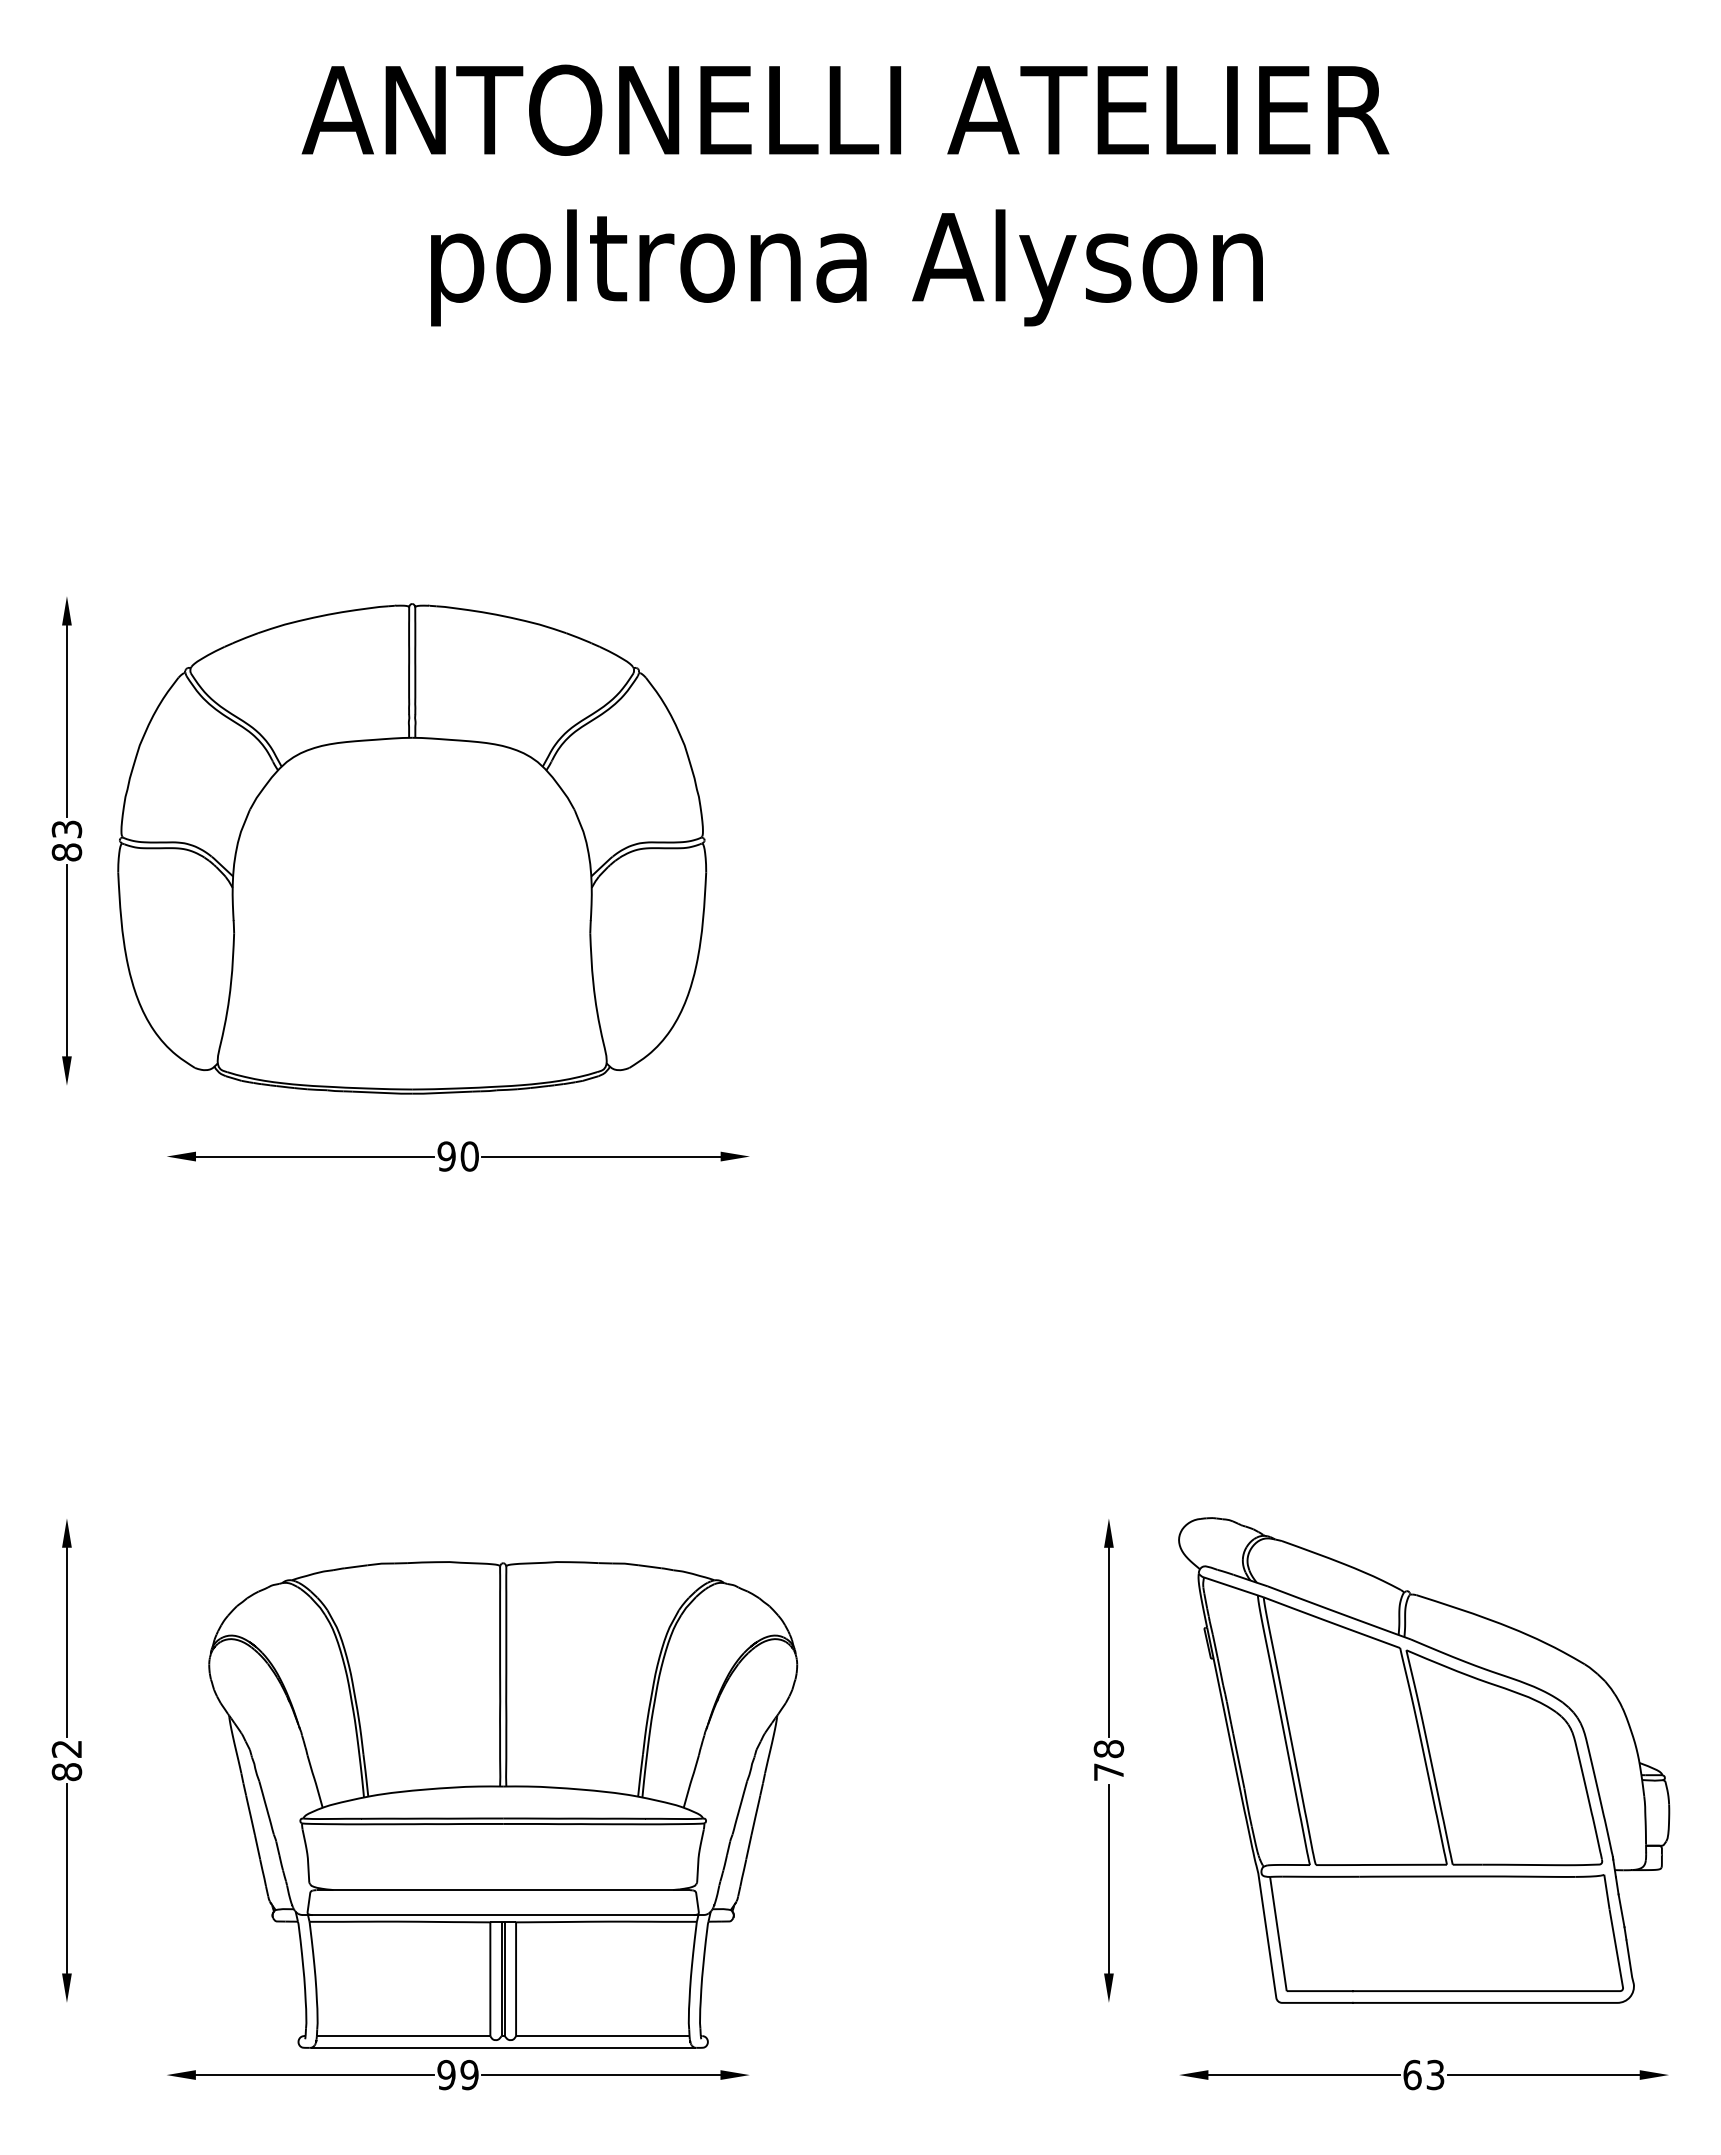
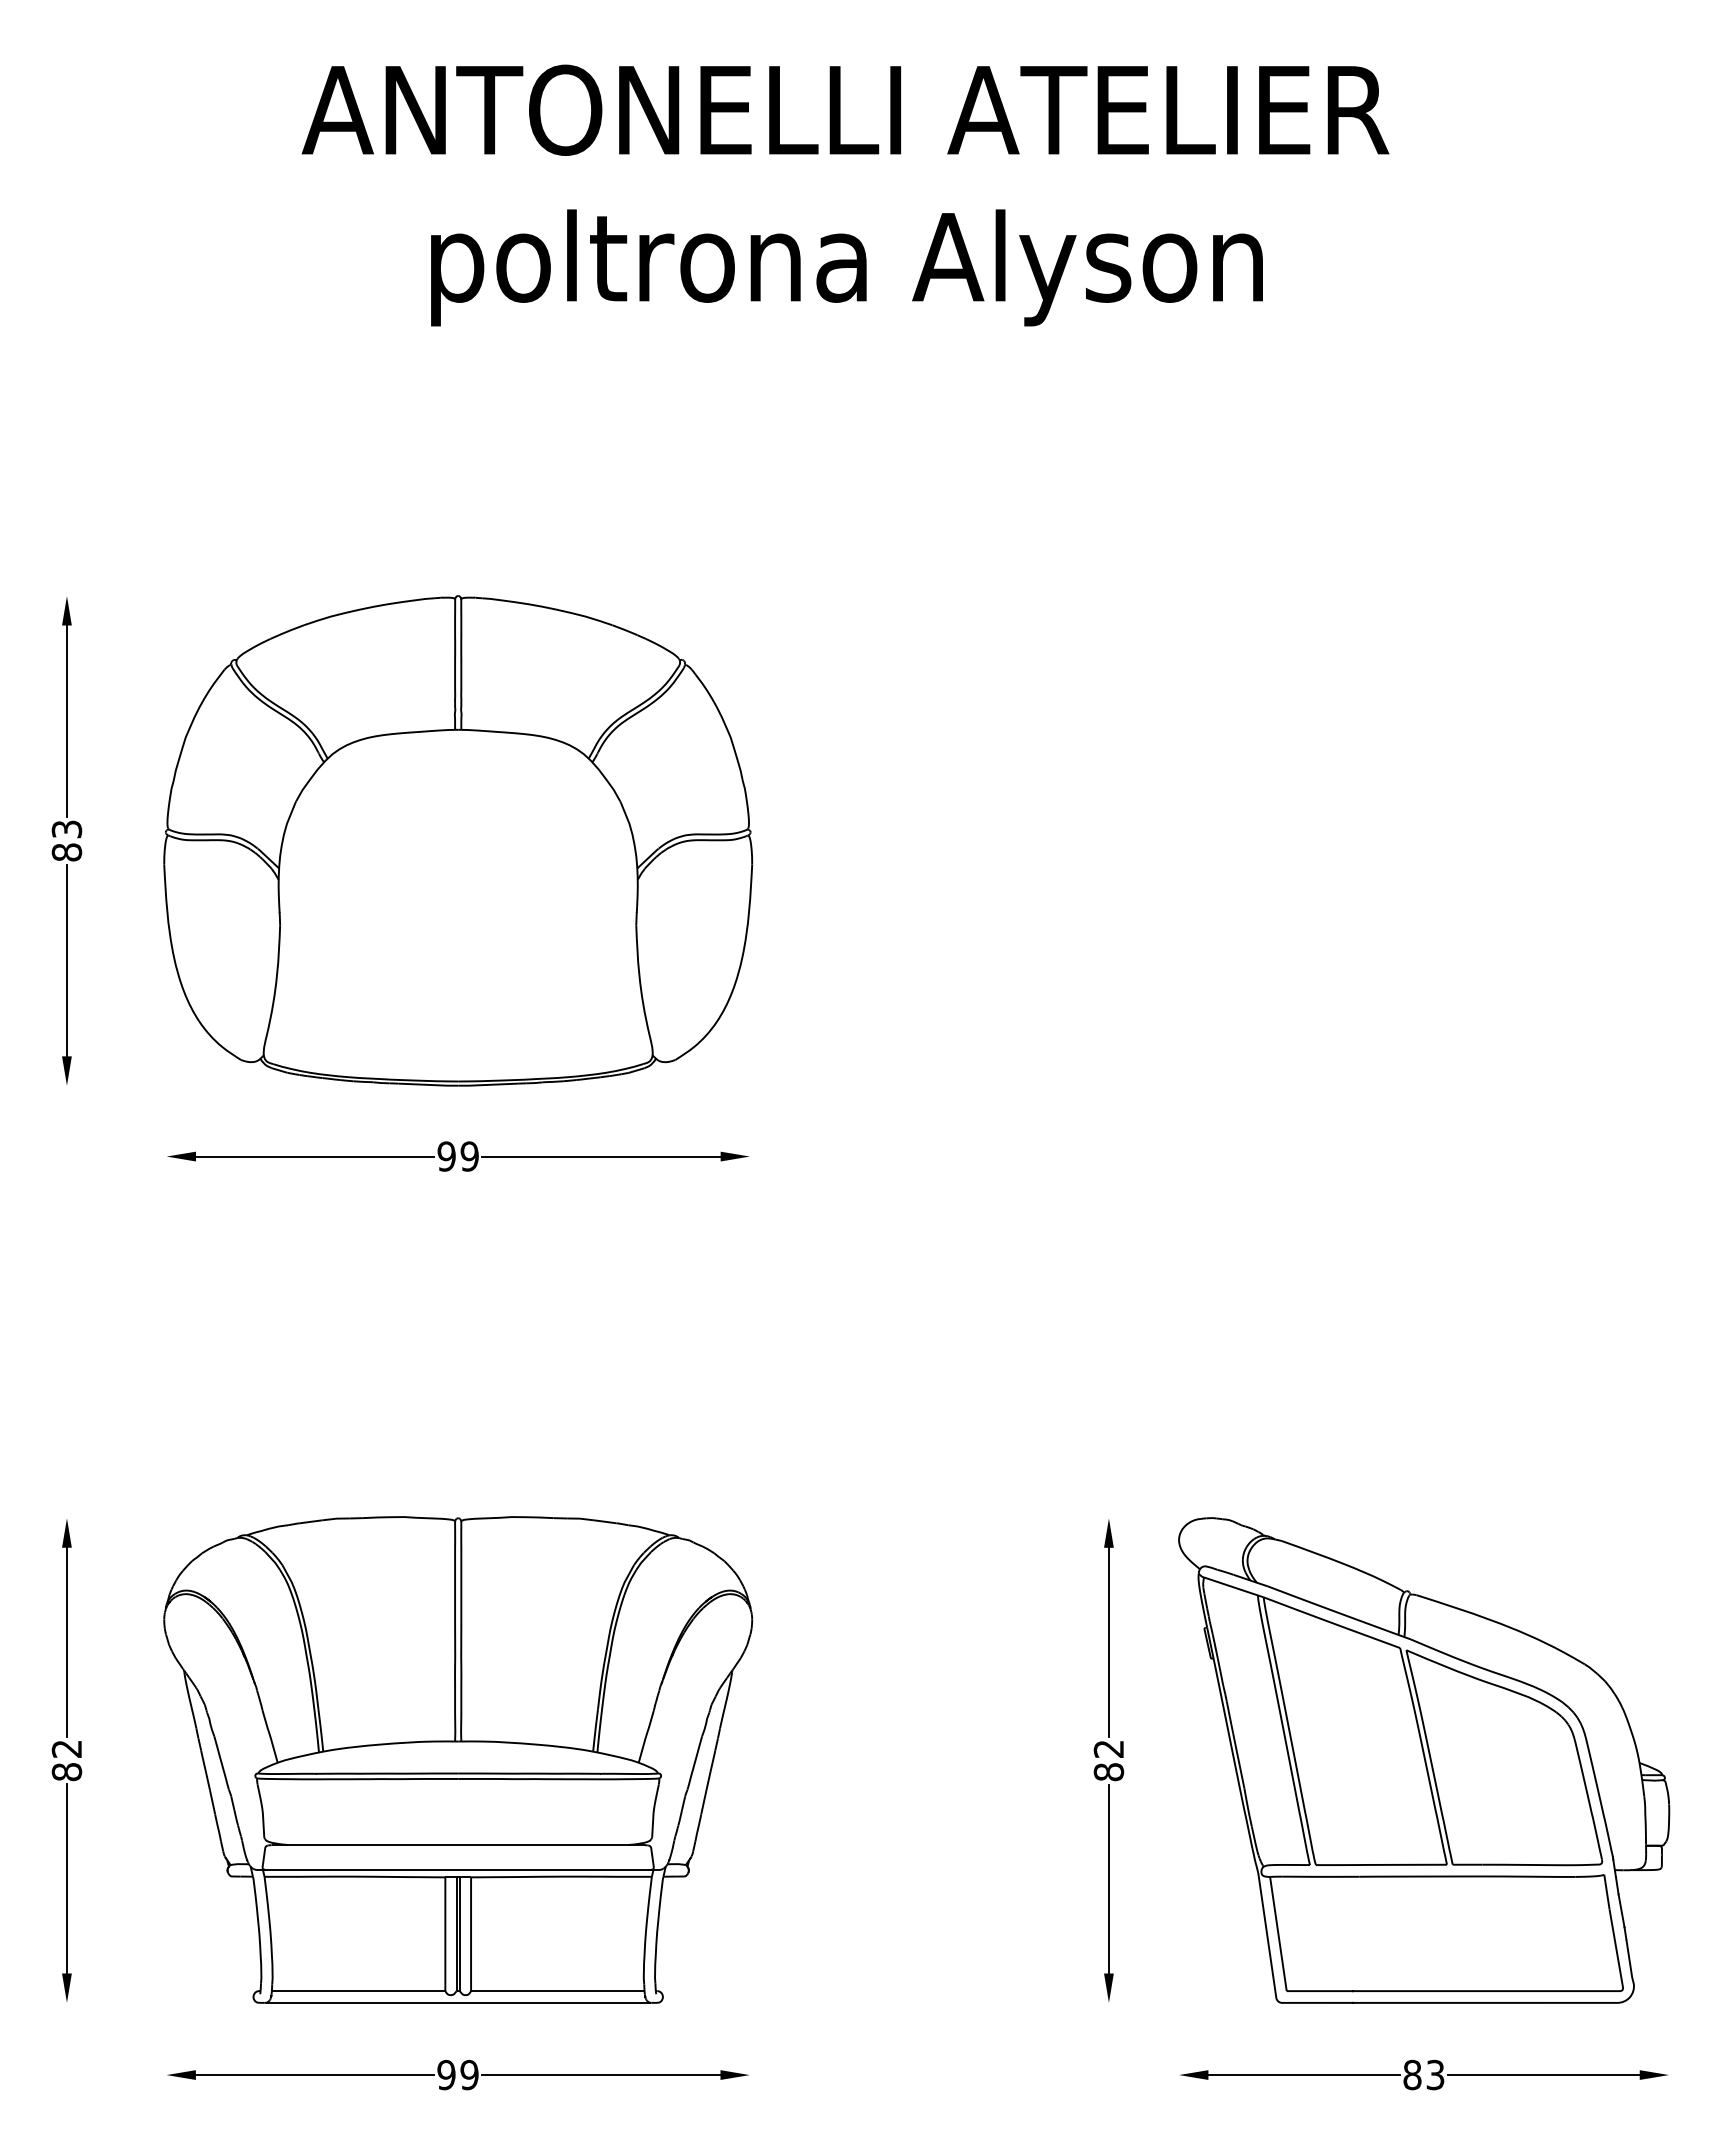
part at (412, 848) position: (412, 848) -> (458, 840)
text at (469, 1156): 90 -> 99
text at (1108, 1760): 78 -> 82
part at (503, 1804) position: (503, 1804) -> (458, 1759)
text at (1412, 2074): 63 -> 83
